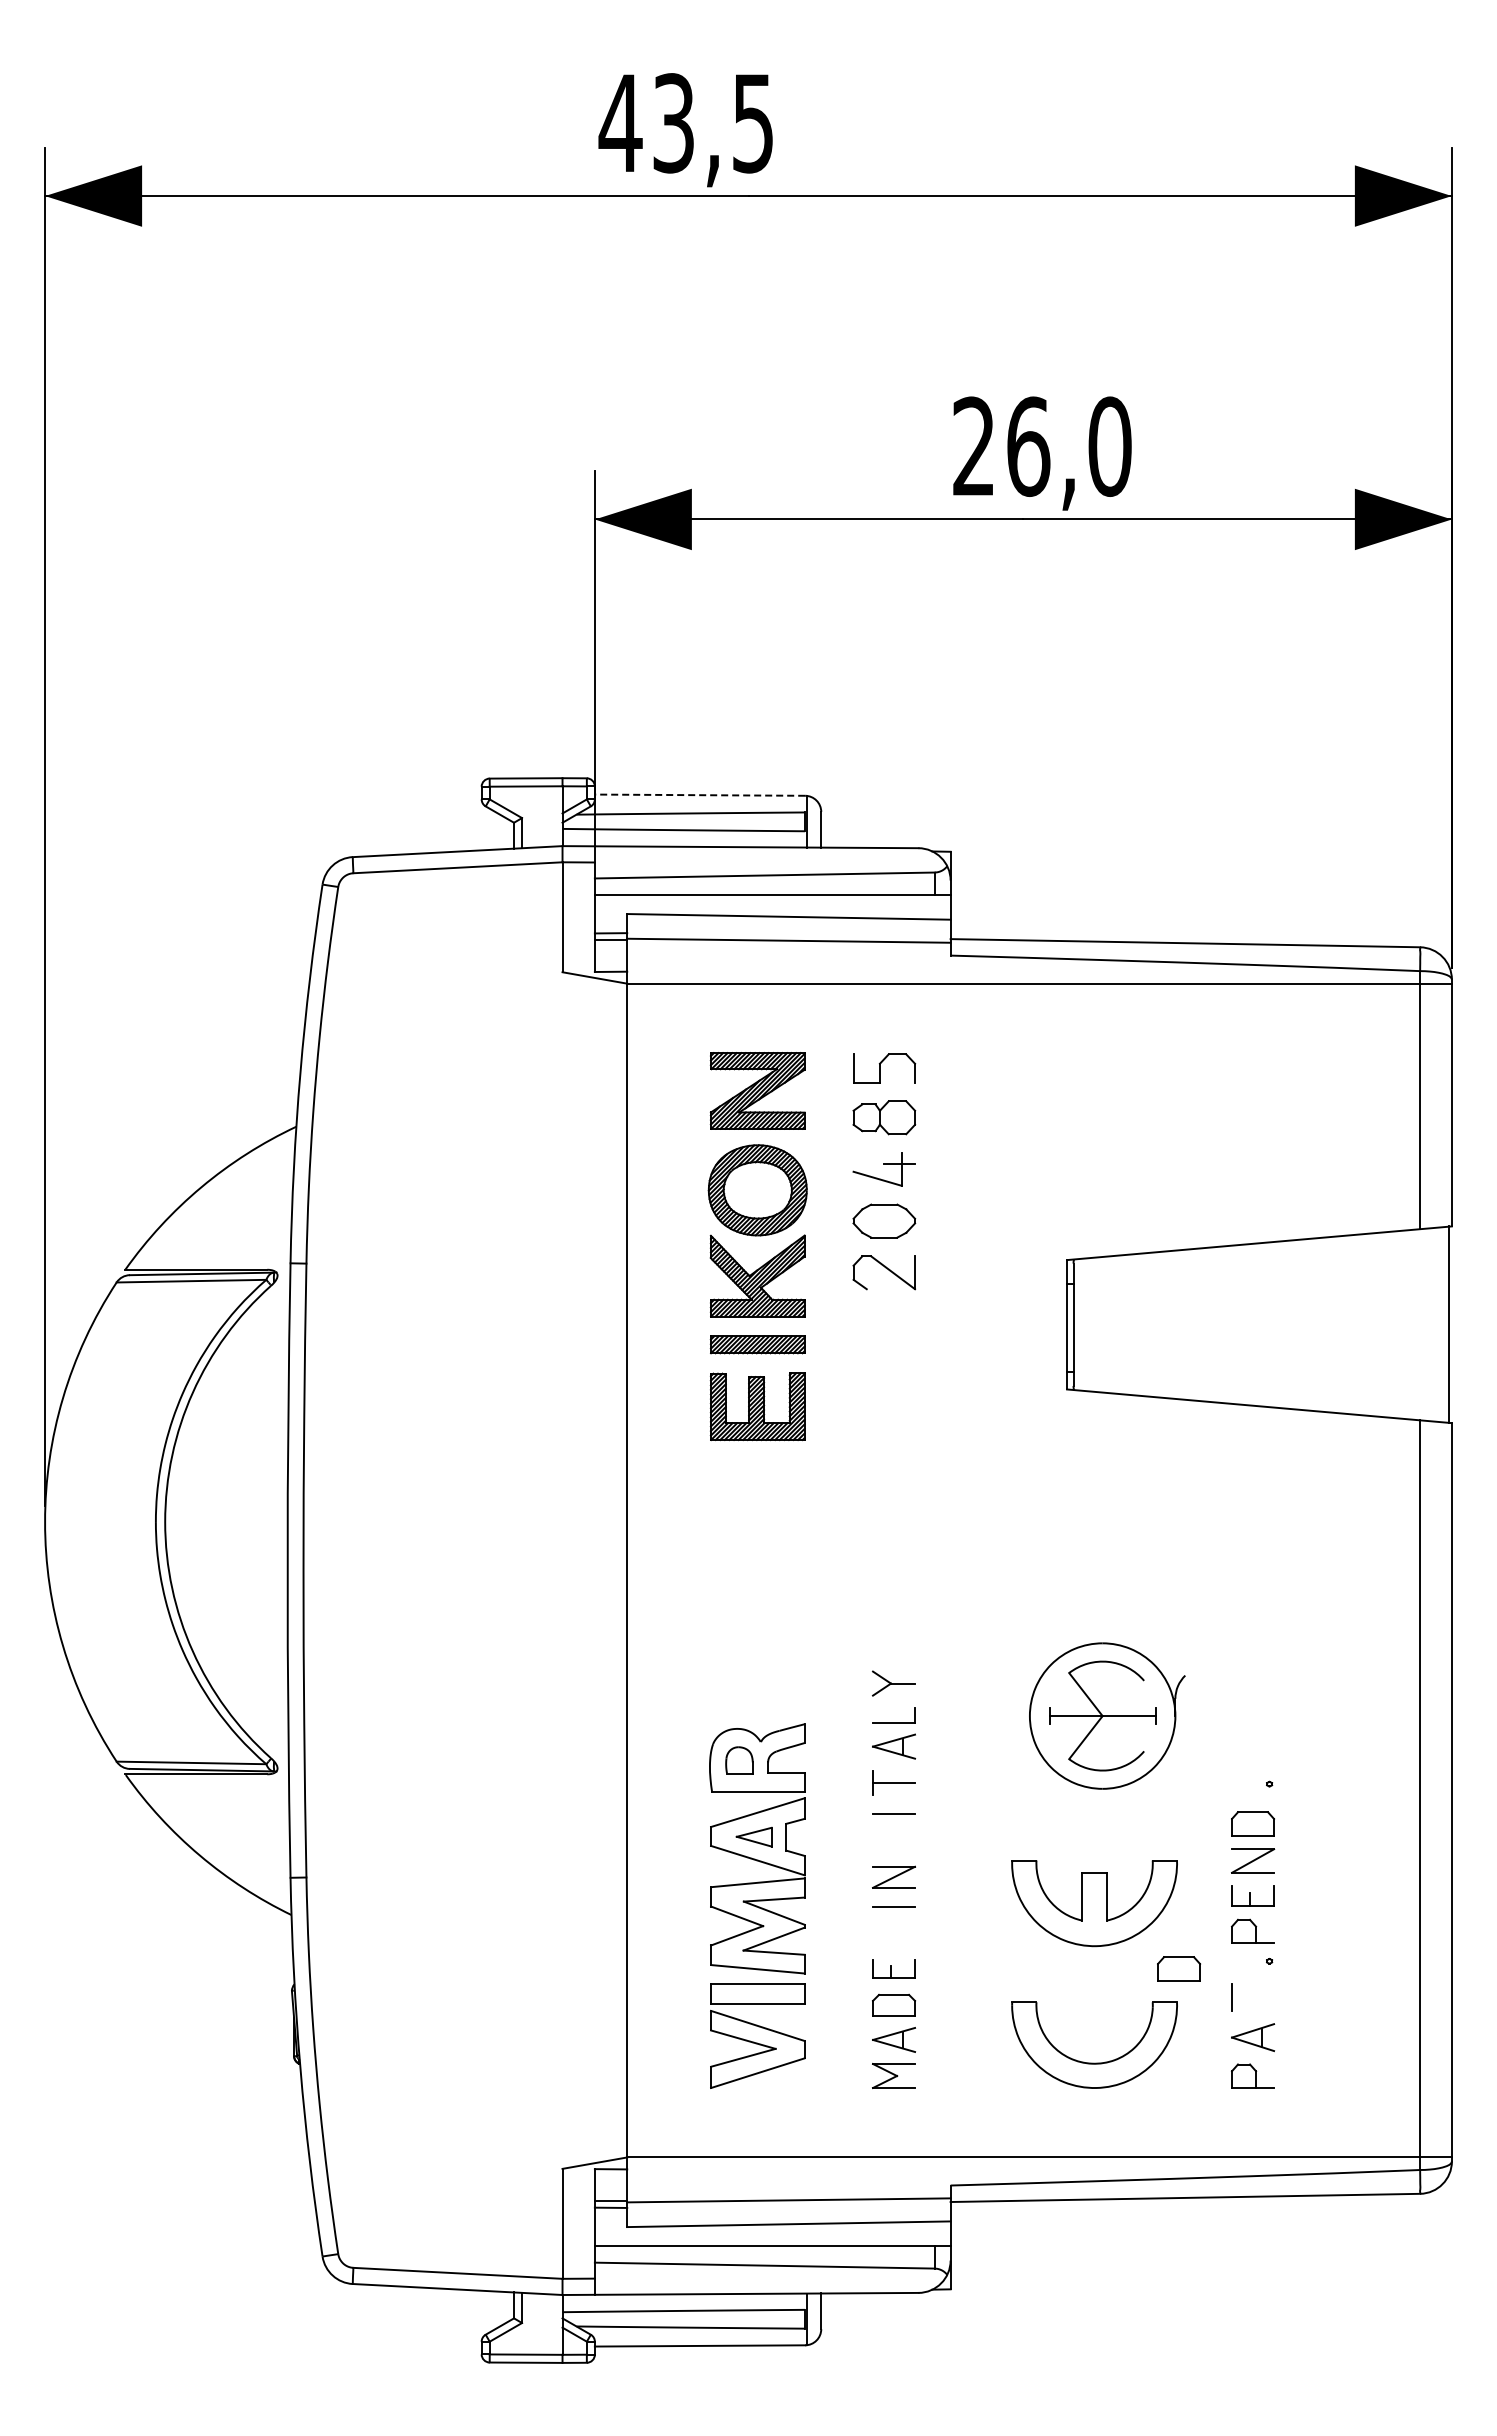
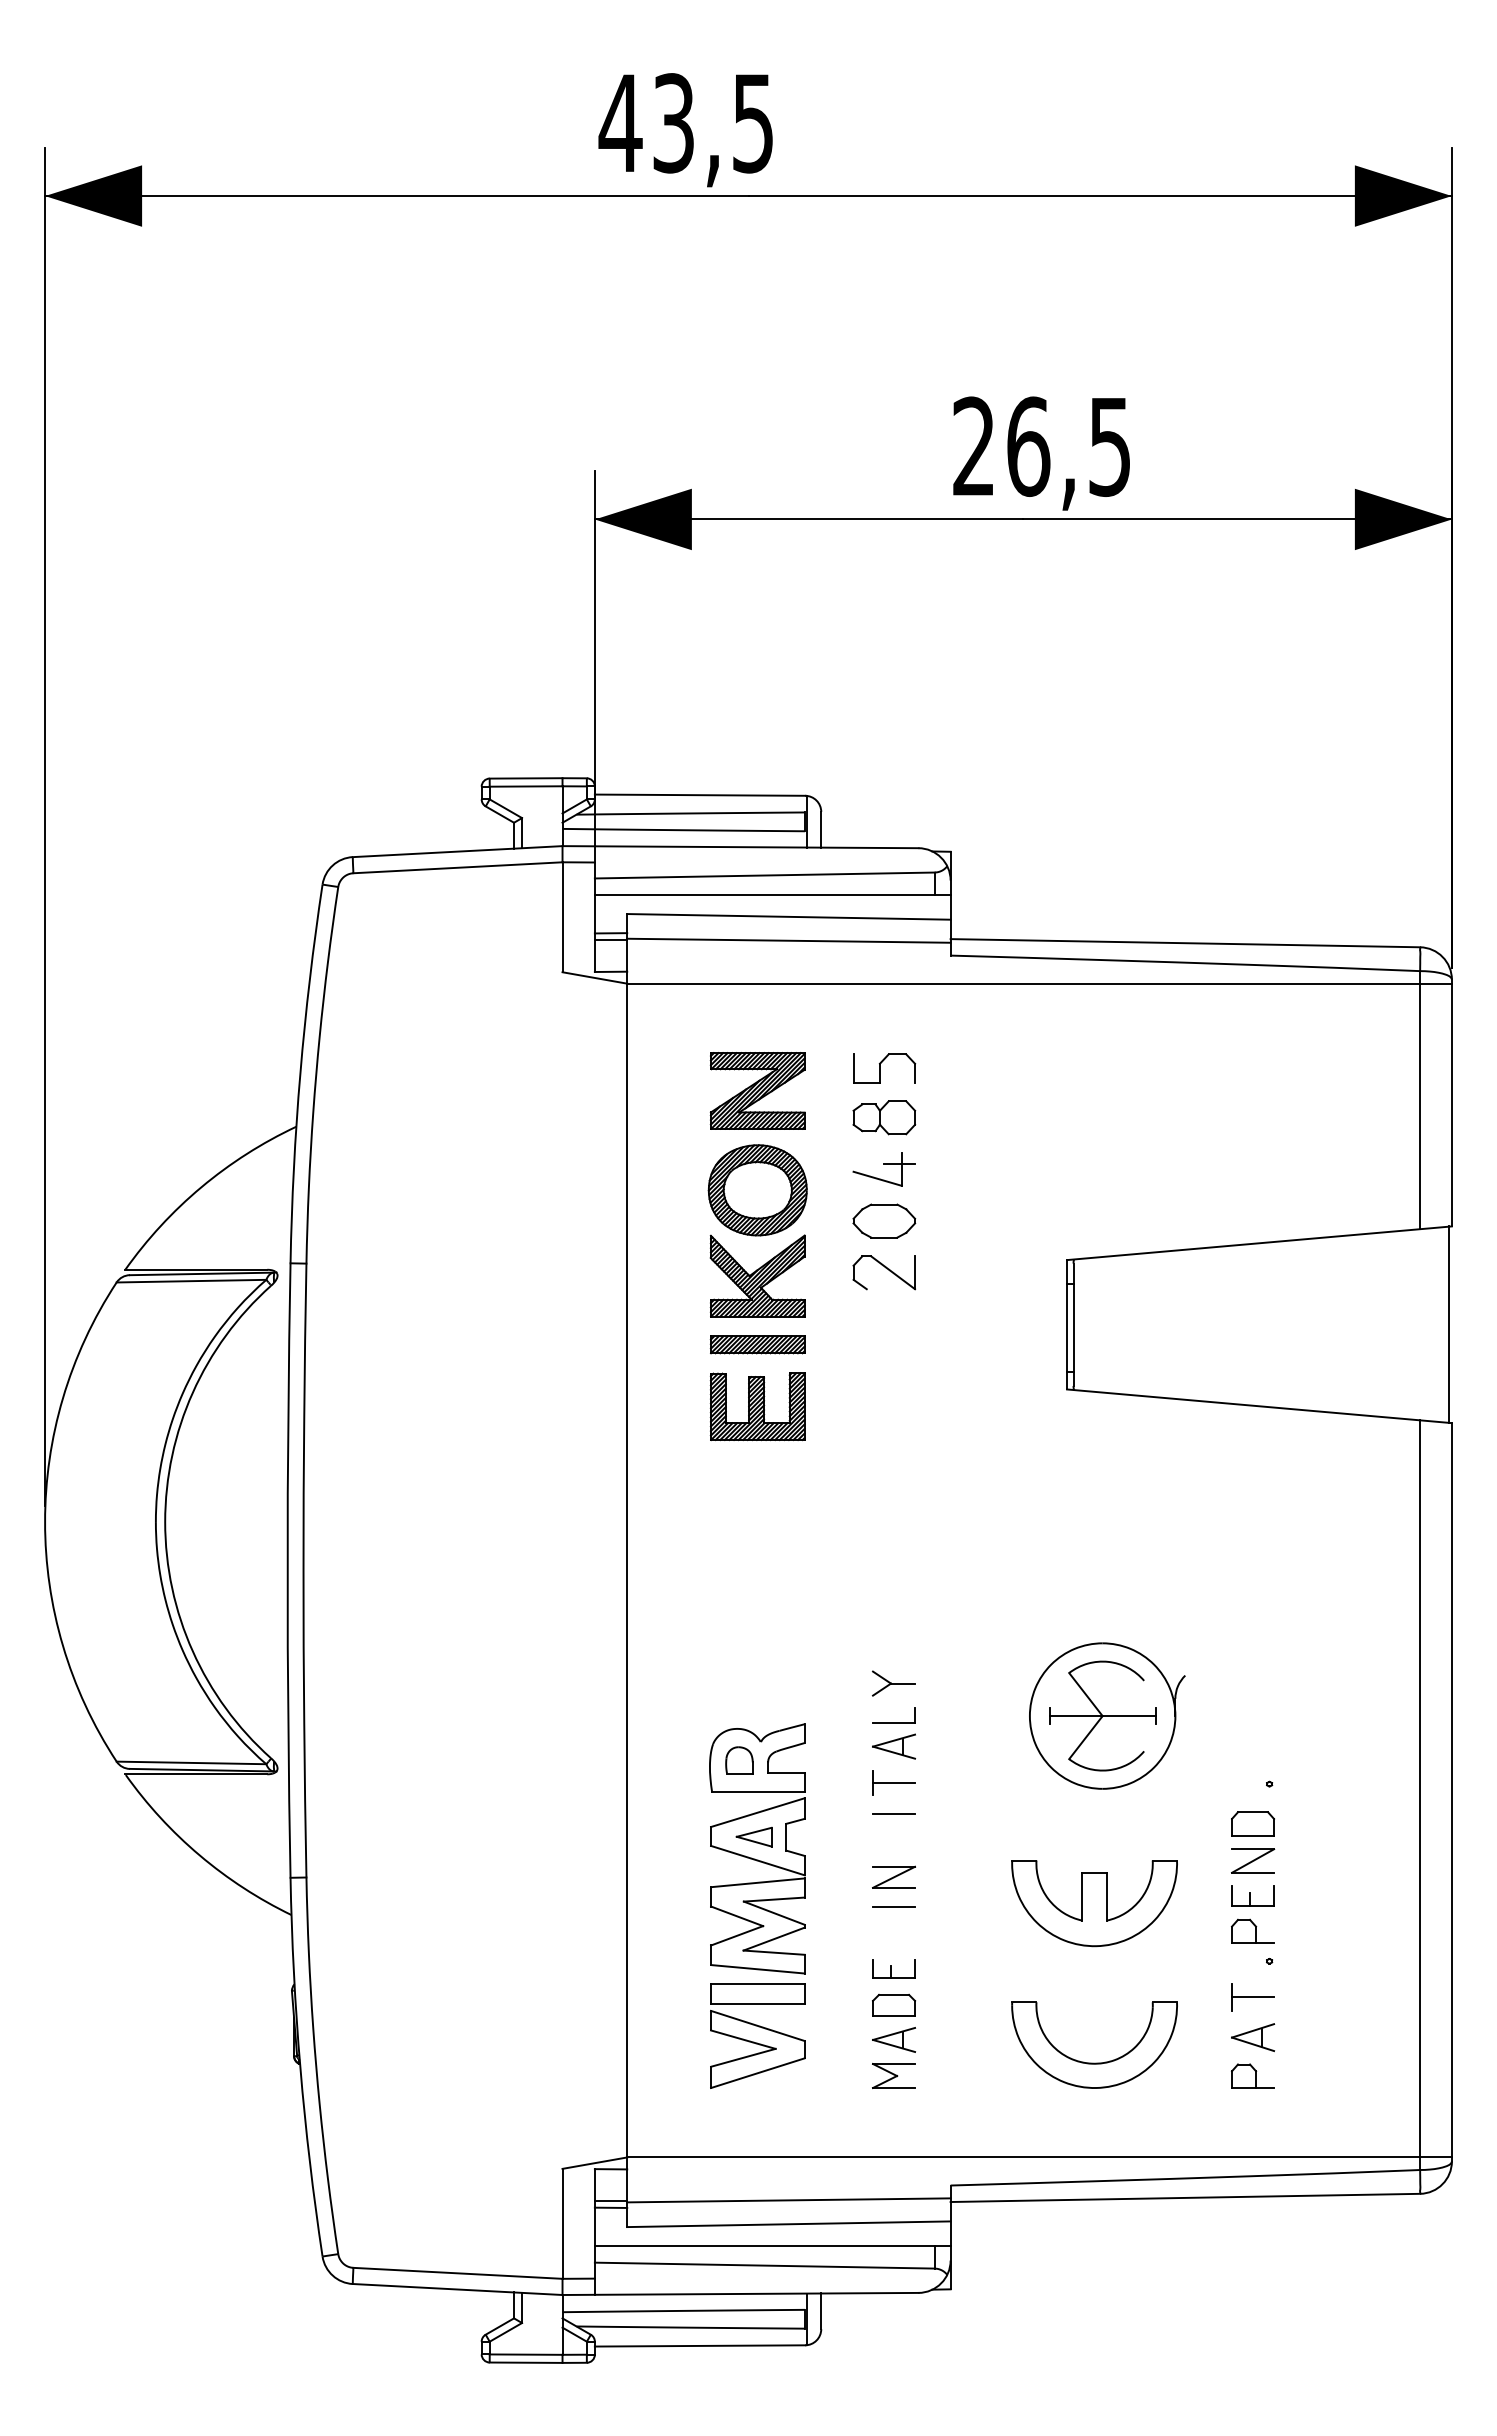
text at (1109, 446): 26,0 -> 26,5
line at (699, 795): dashed -> solid
part at (1178, 1968): present -> none
line at (1253, 1997): none -> present
